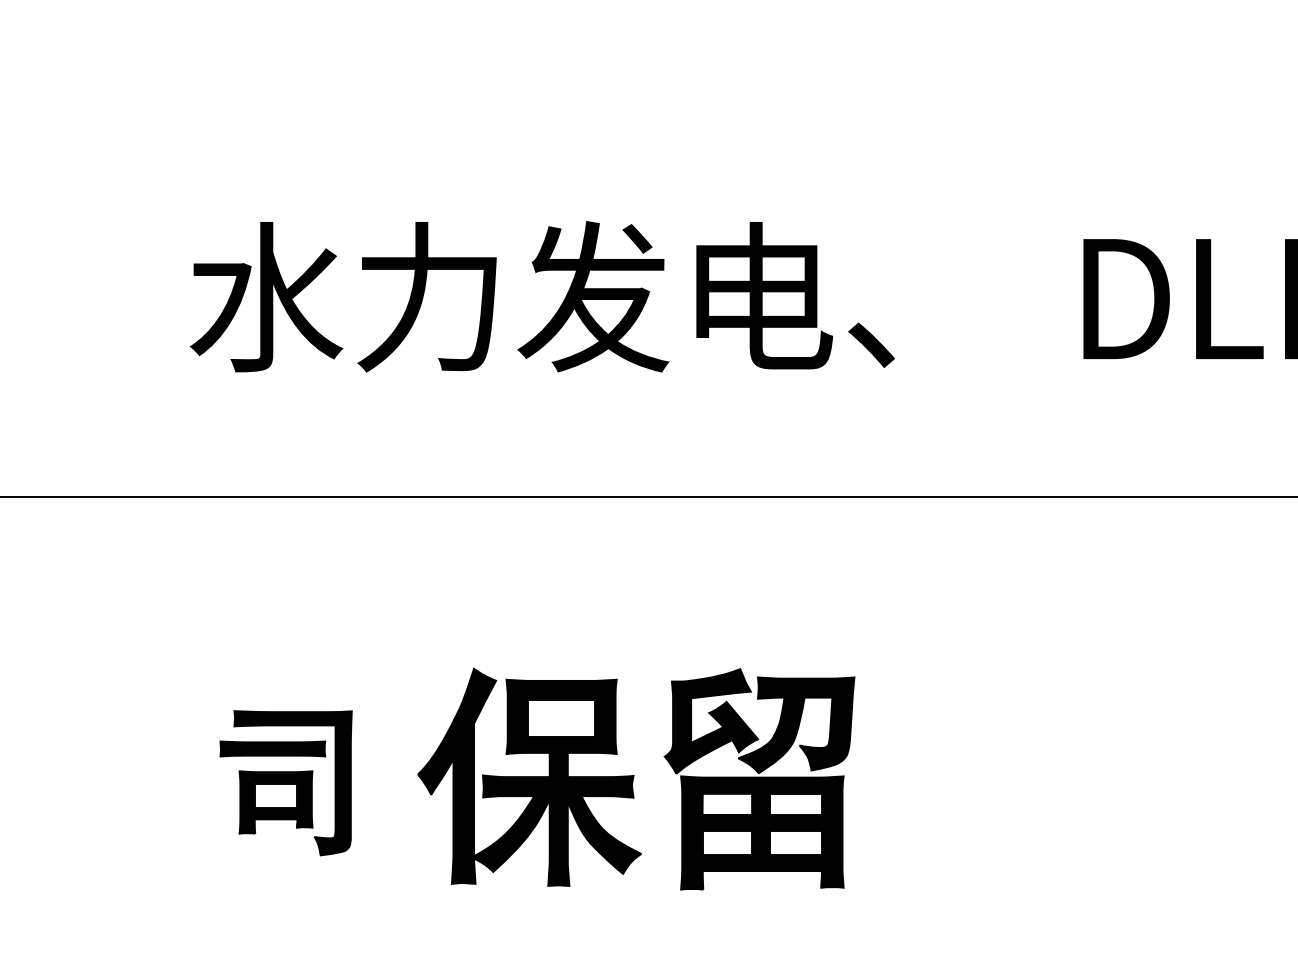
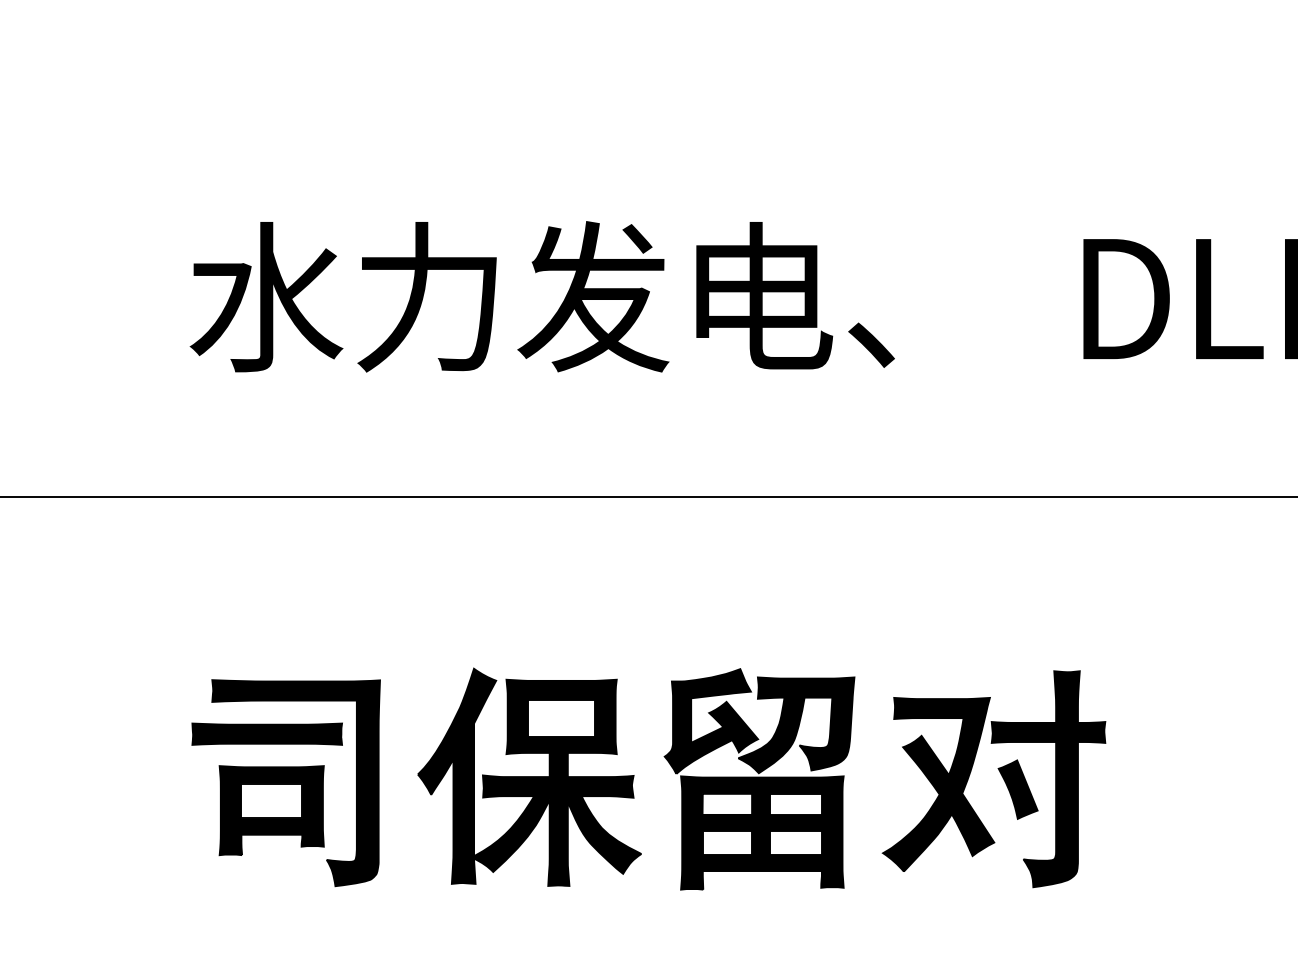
part at (1001, 776): none -> present
part at (285, 783) size: 134x147 px -> 190x209 px
